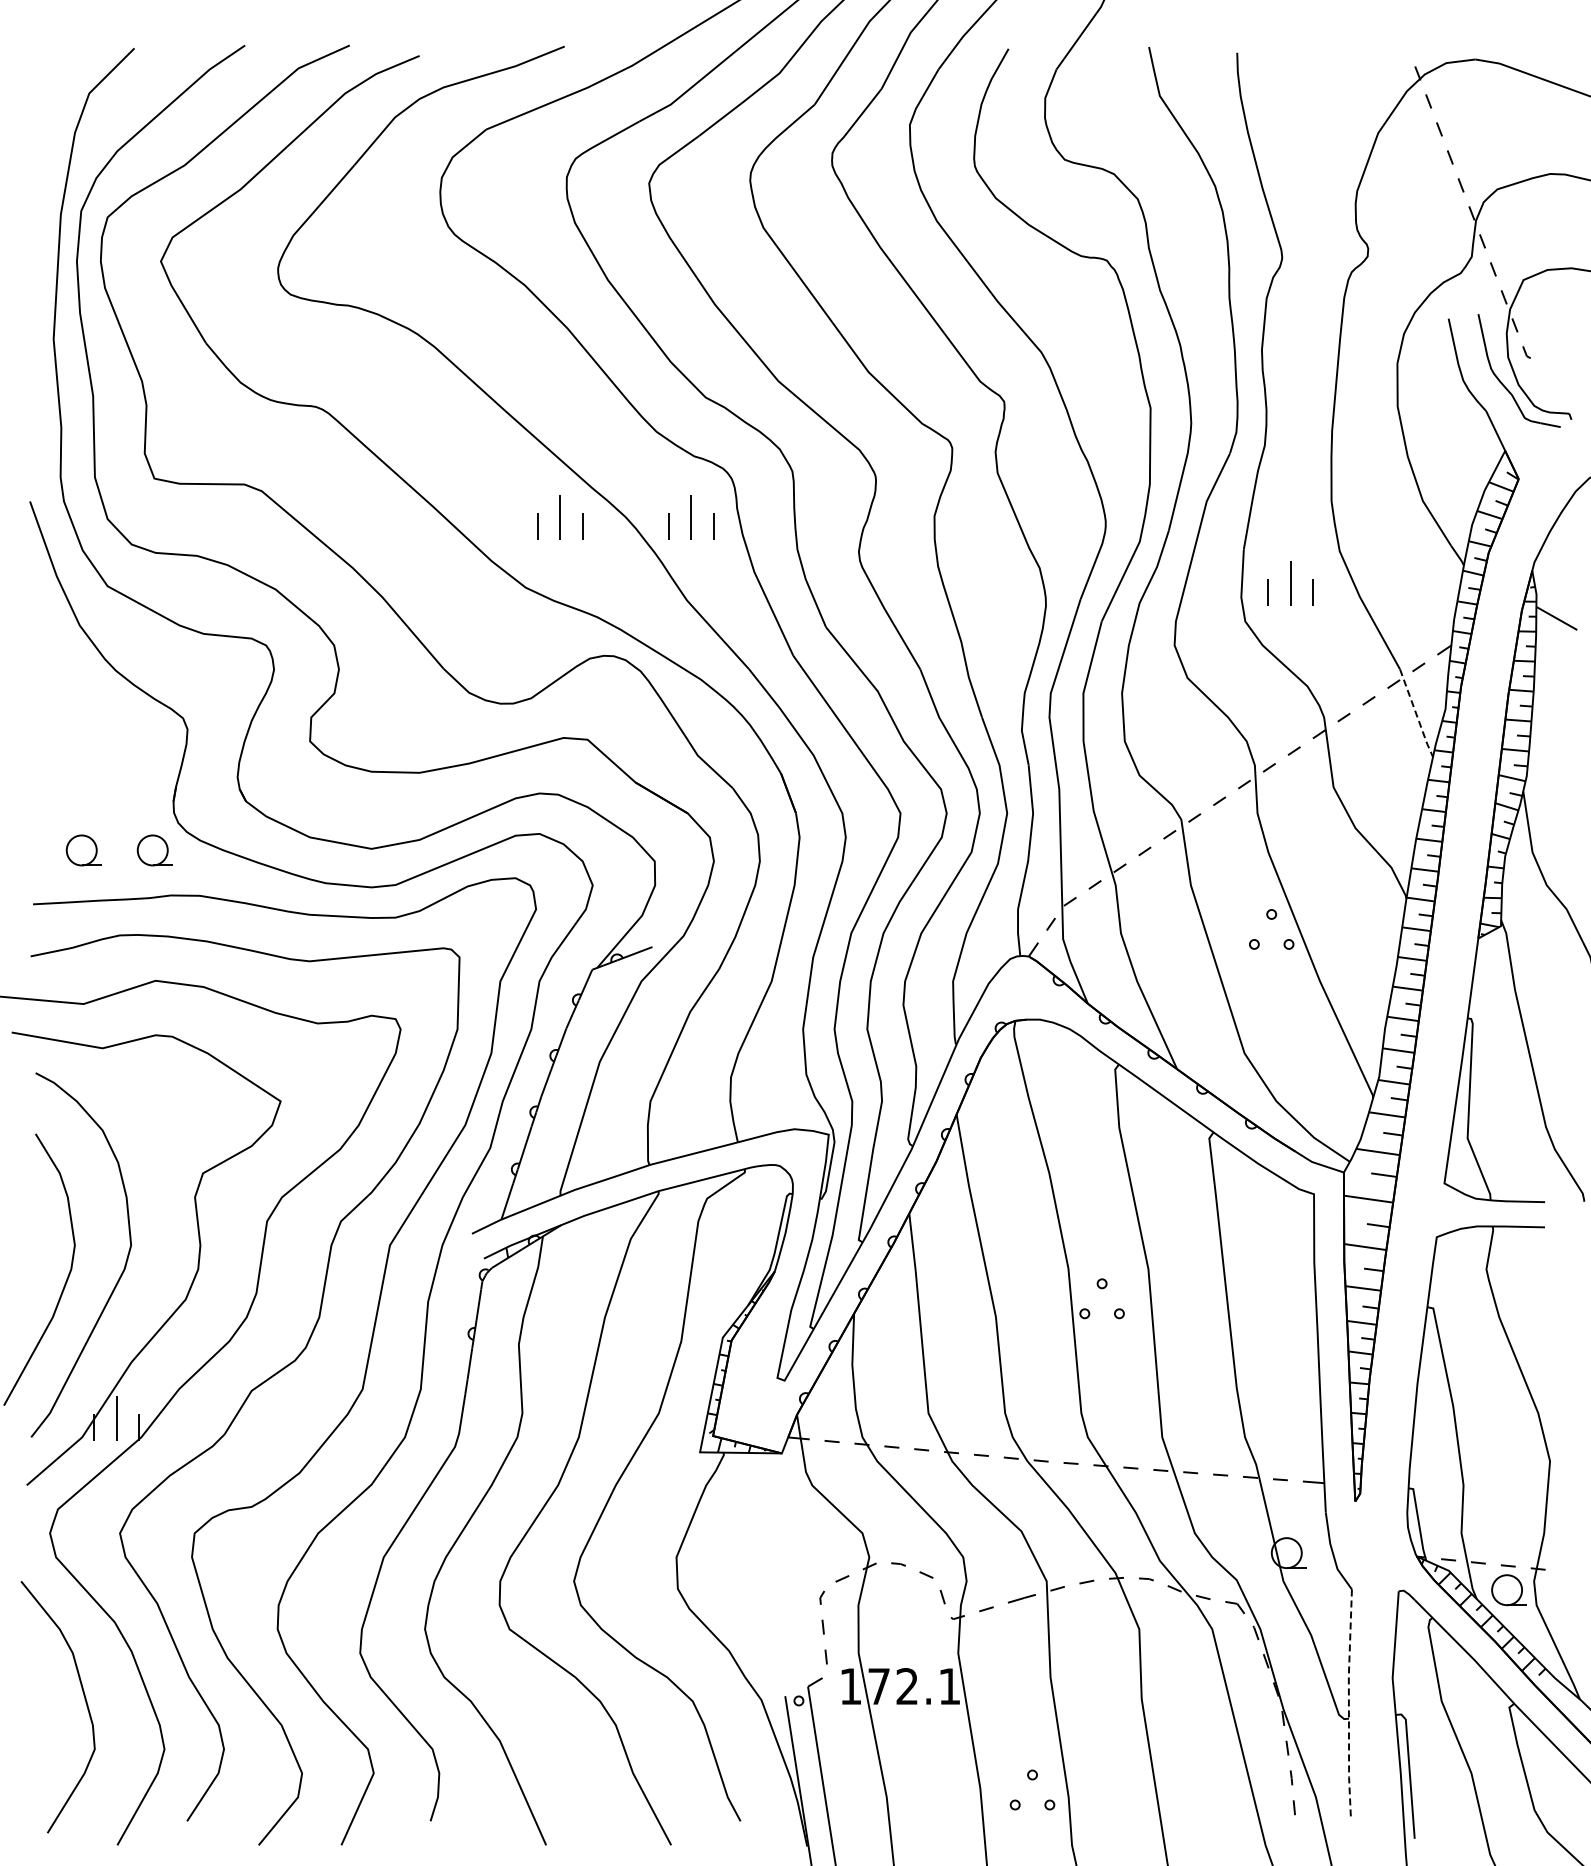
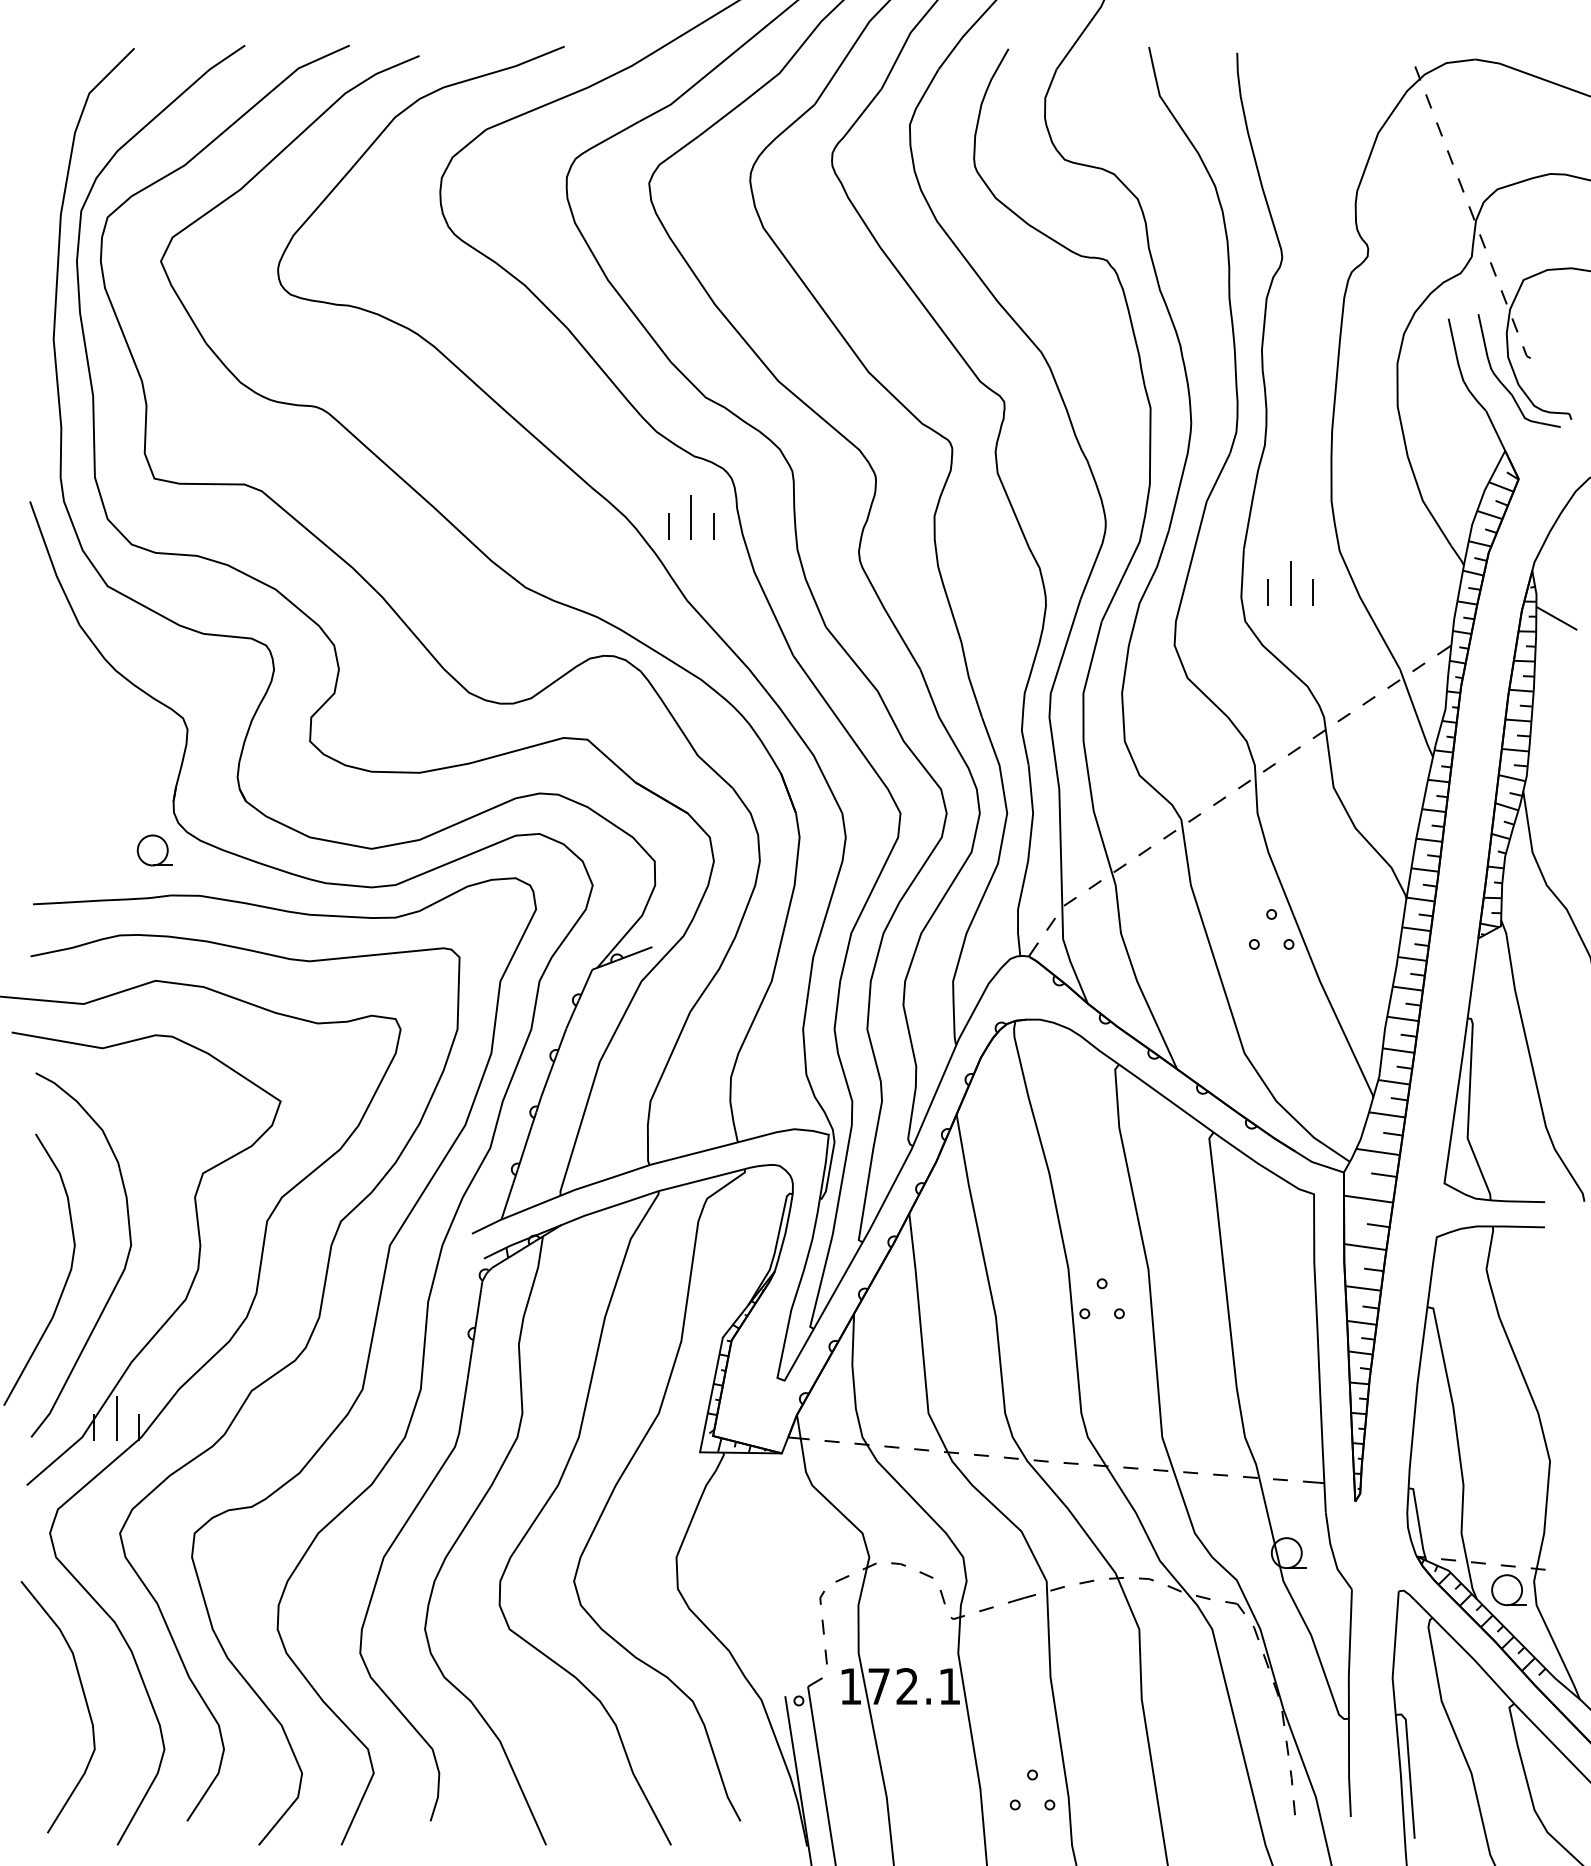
part at (560, 517): present -> none
line at (1416, 714): dashed -> solid
part at (83, 850): present -> none
line at (1348, 1703): dashed -> solid
